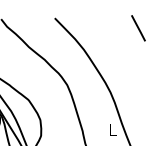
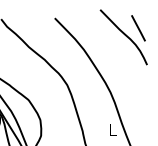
curve at (124, 35): none -> present
